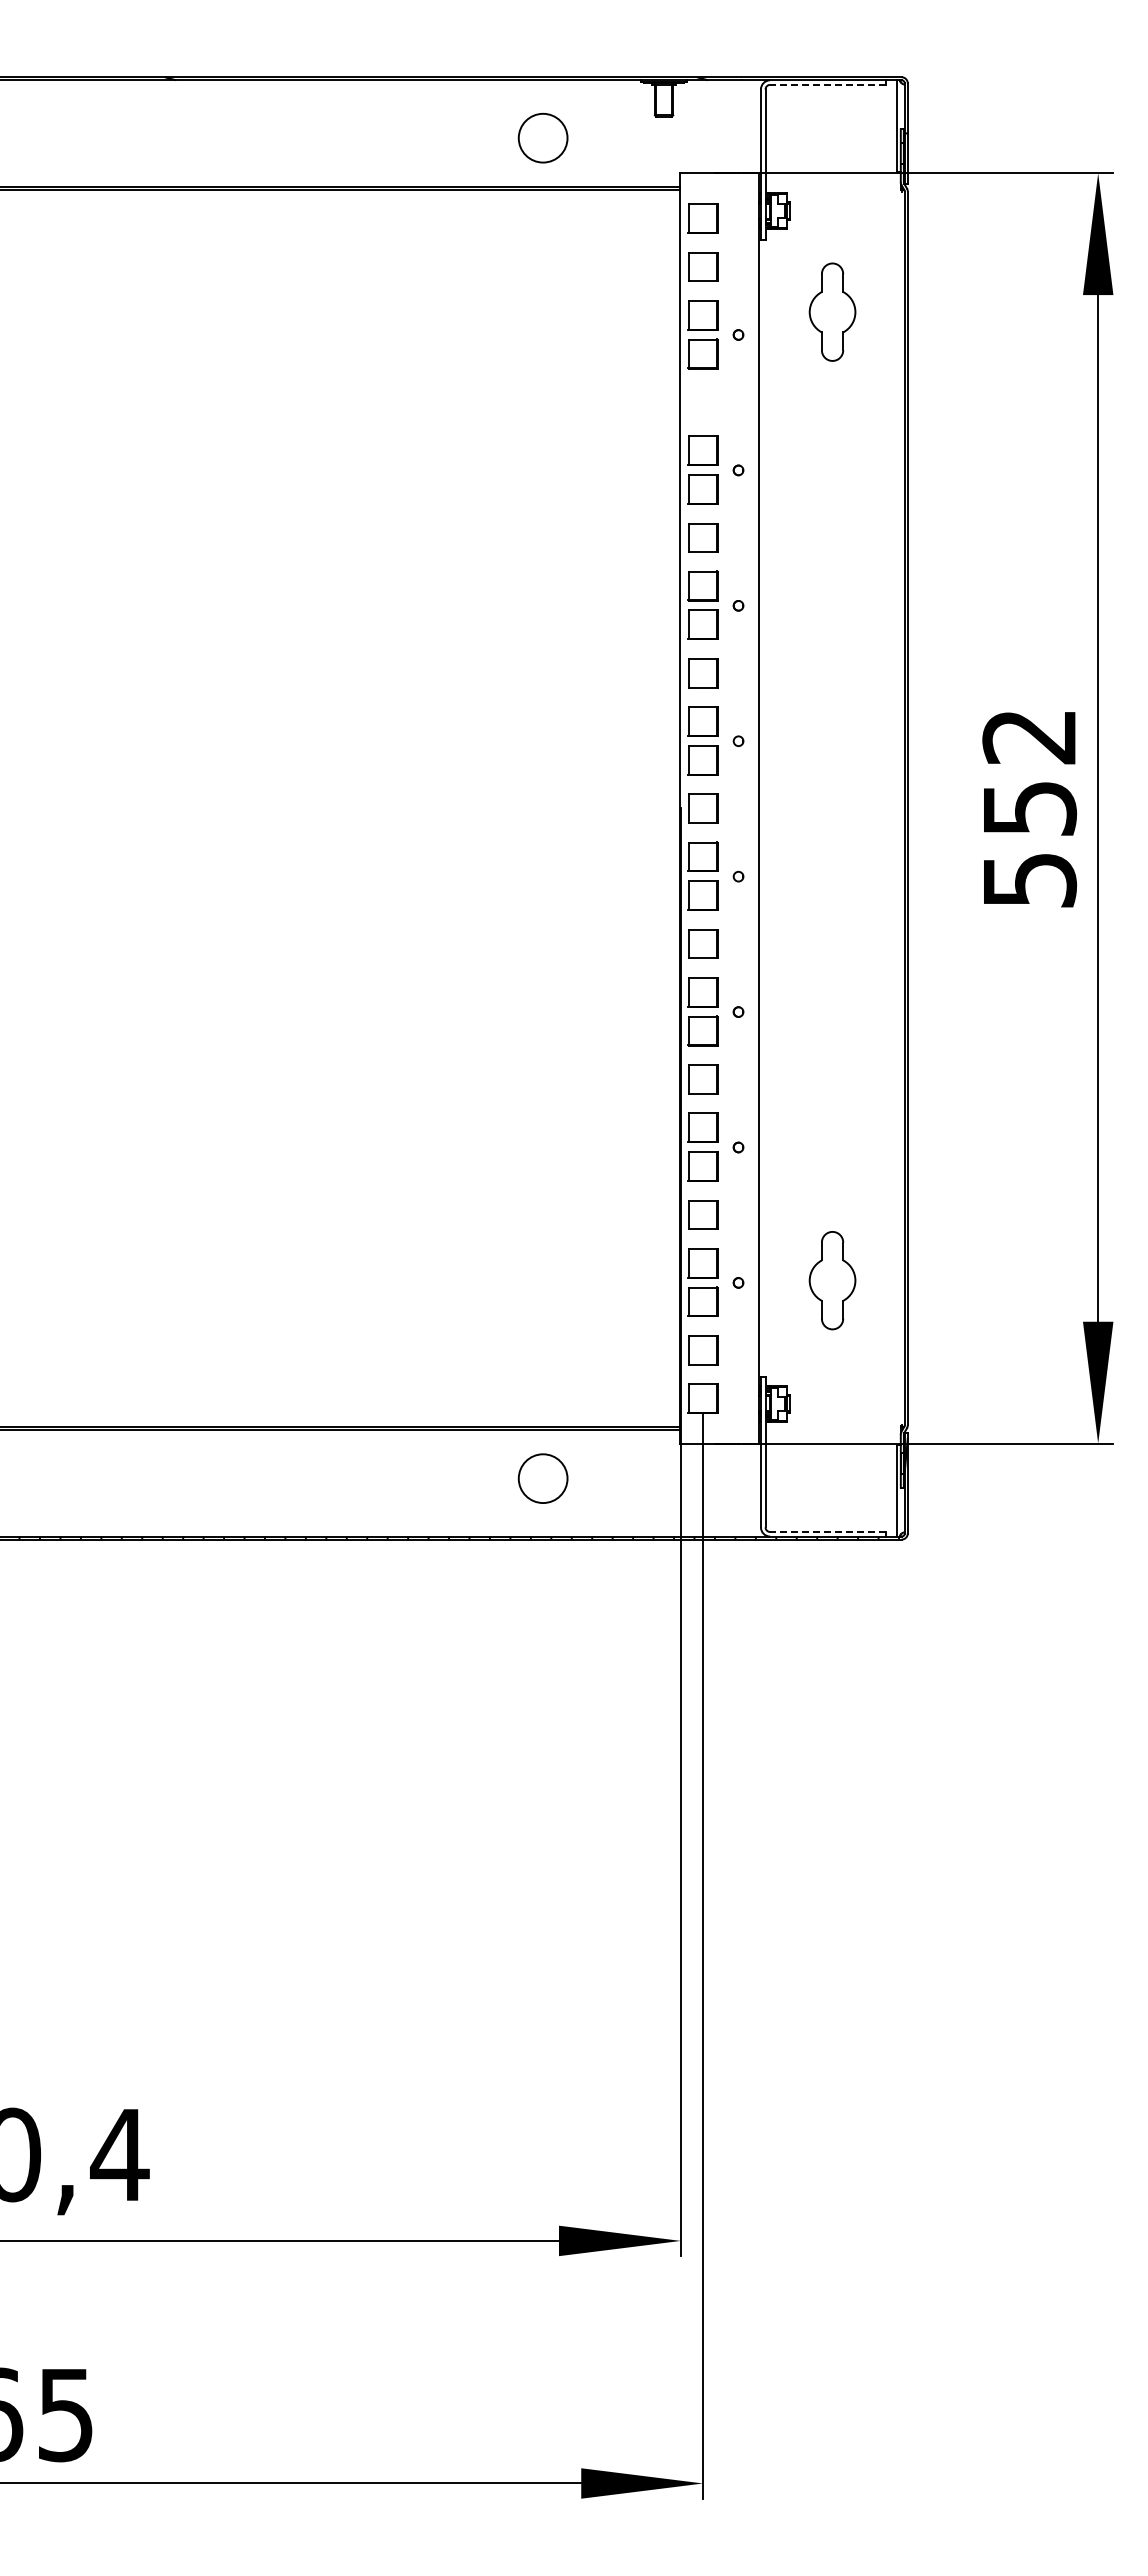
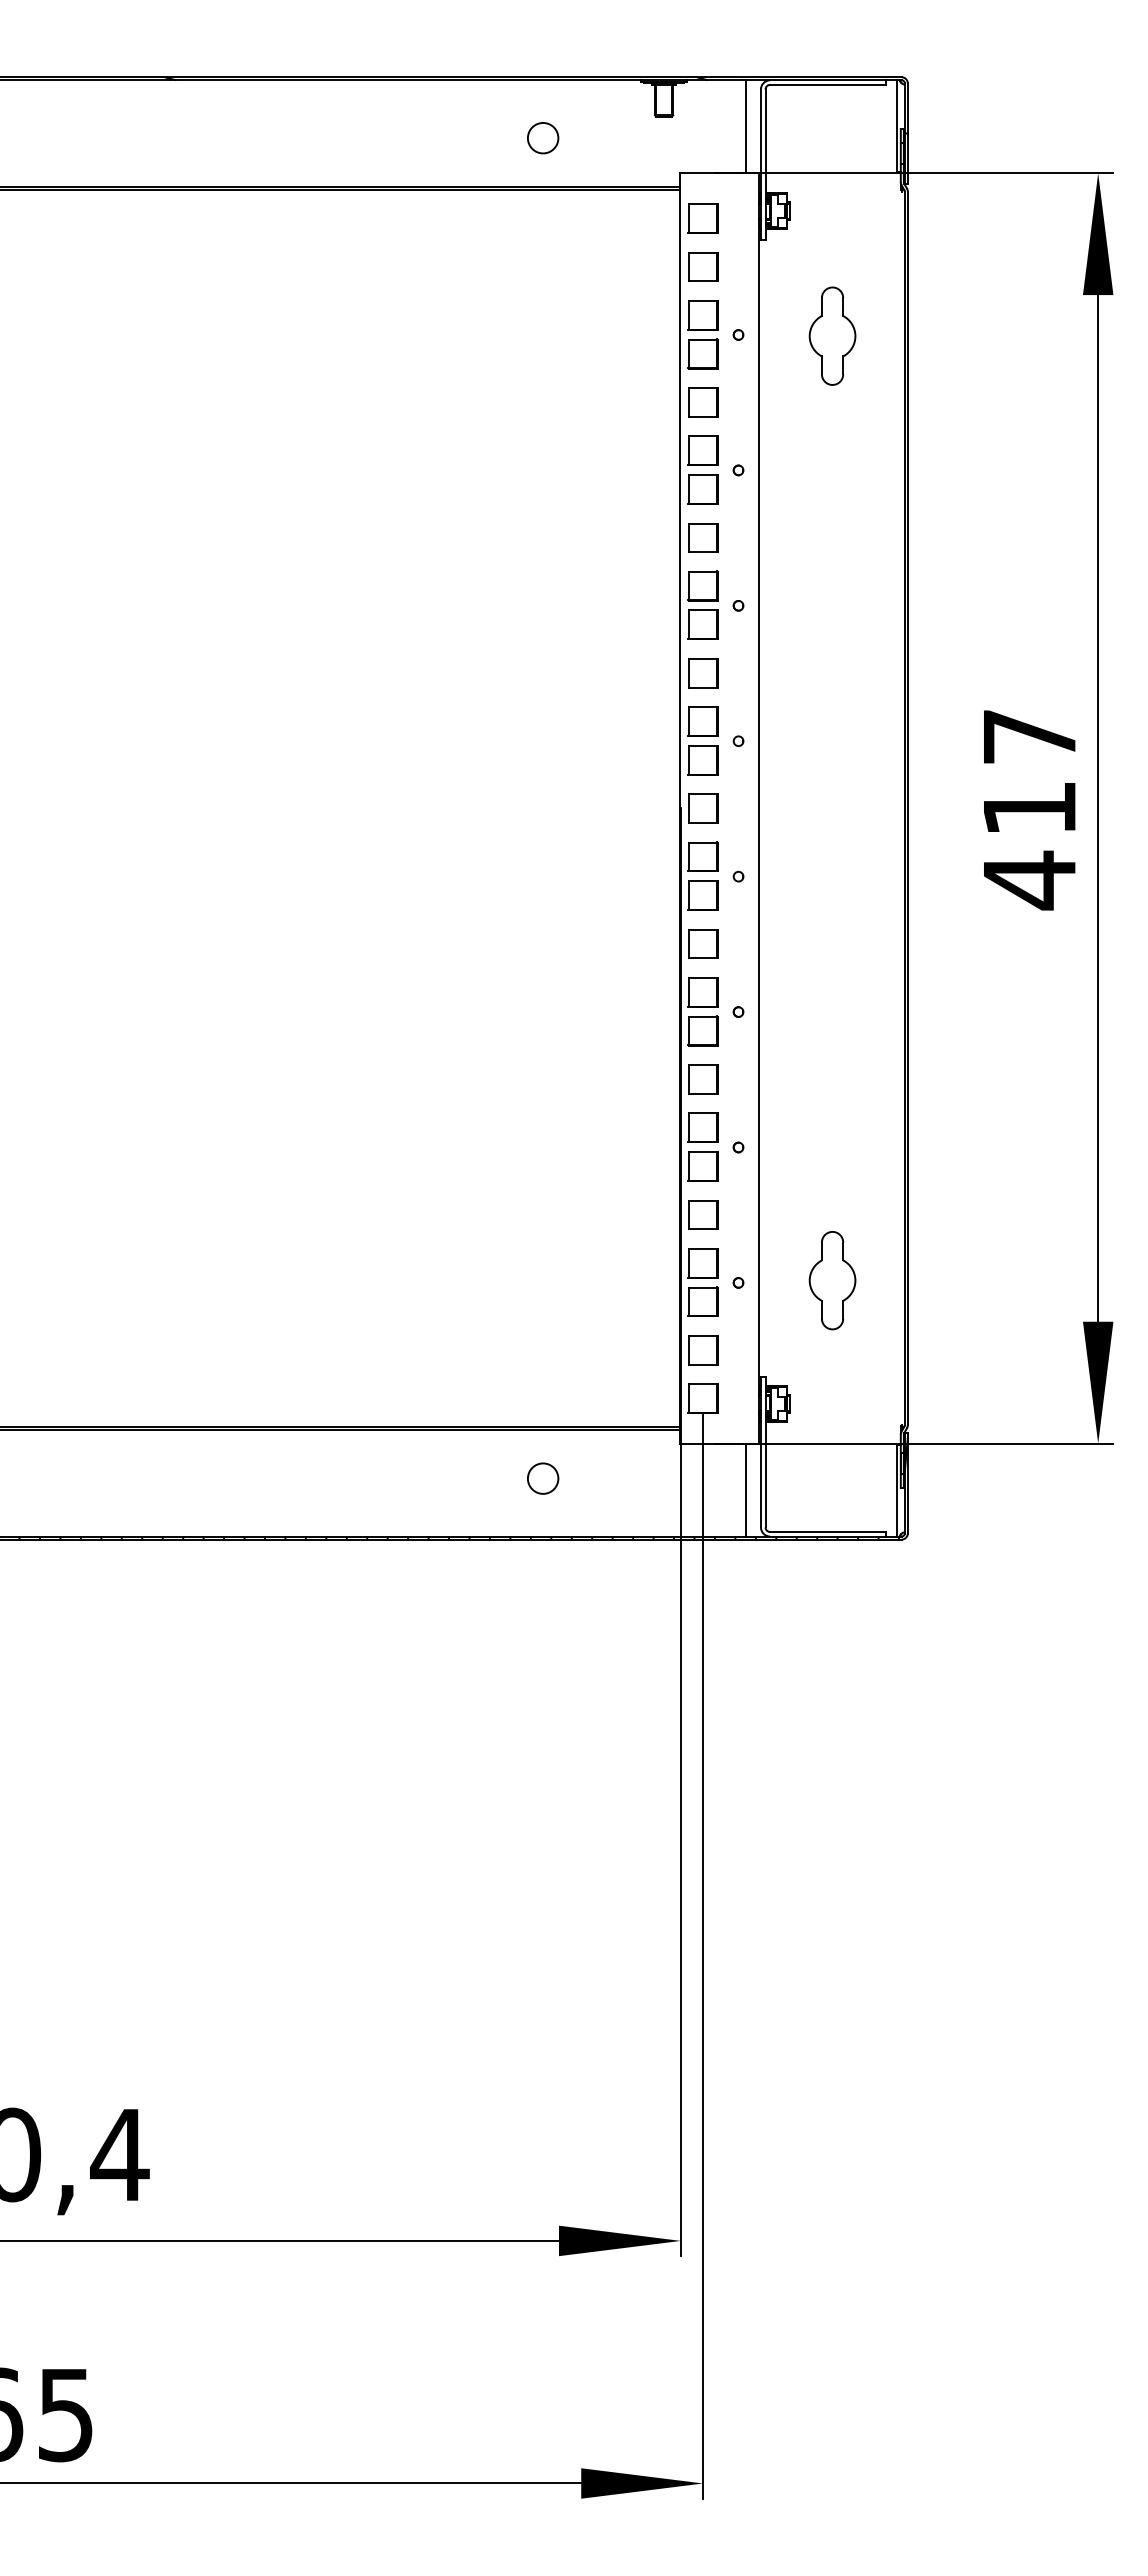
line at (828, 84): dashed -> solid
line at (746, 126): none -> present
circle at (542, 137) diameter: 49 px -> 30 px
part at (832, 311) position: (832, 311) -> (832, 335)
part at (703, 402): none -> present
text at (1029, 810): 552 -> 417
circle at (542, 1478) diameter: 49 px -> 30 px
line at (746, 1489): none -> present
line at (828, 1531): dashed -> solid
